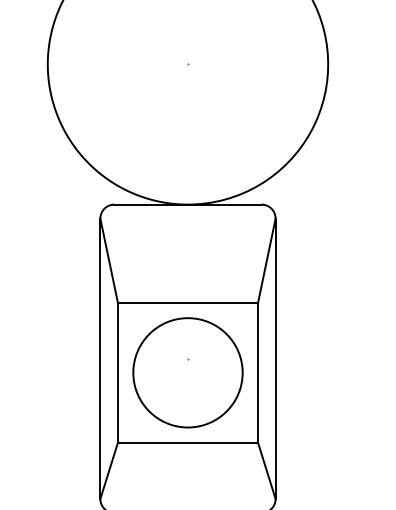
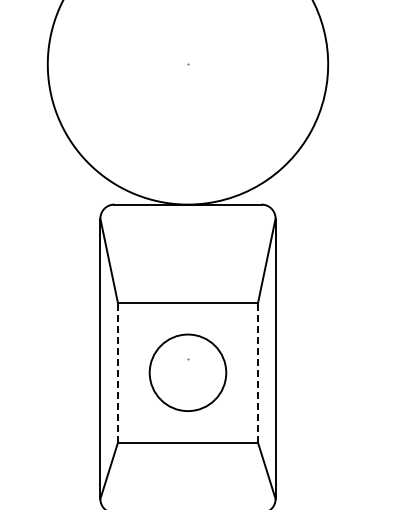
line at (117, 372): solid -> dashed
circle at (187, 372) diameter: 109 px -> 77 px
line at (258, 372): solid -> dashed
